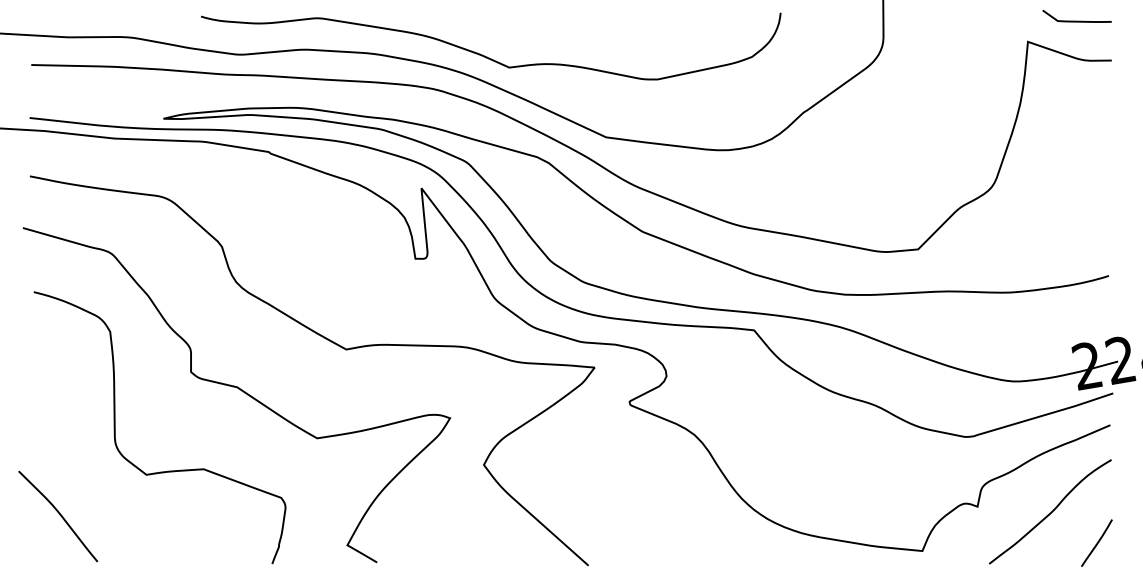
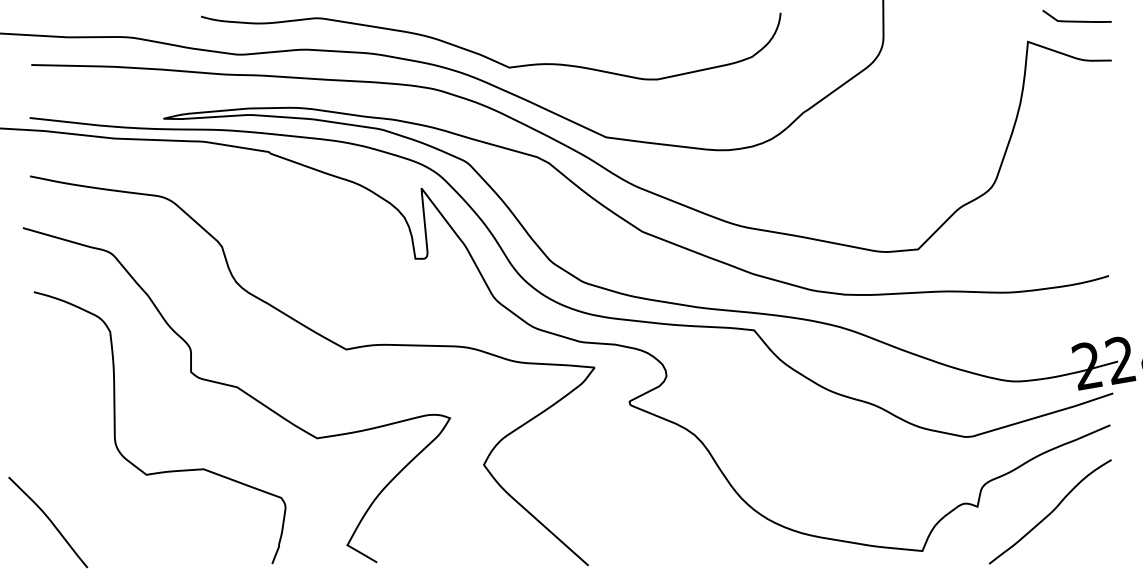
curve at (59, 515) position: (59, 515) -> (49, 521)
line at (1097, 542): present -> none
